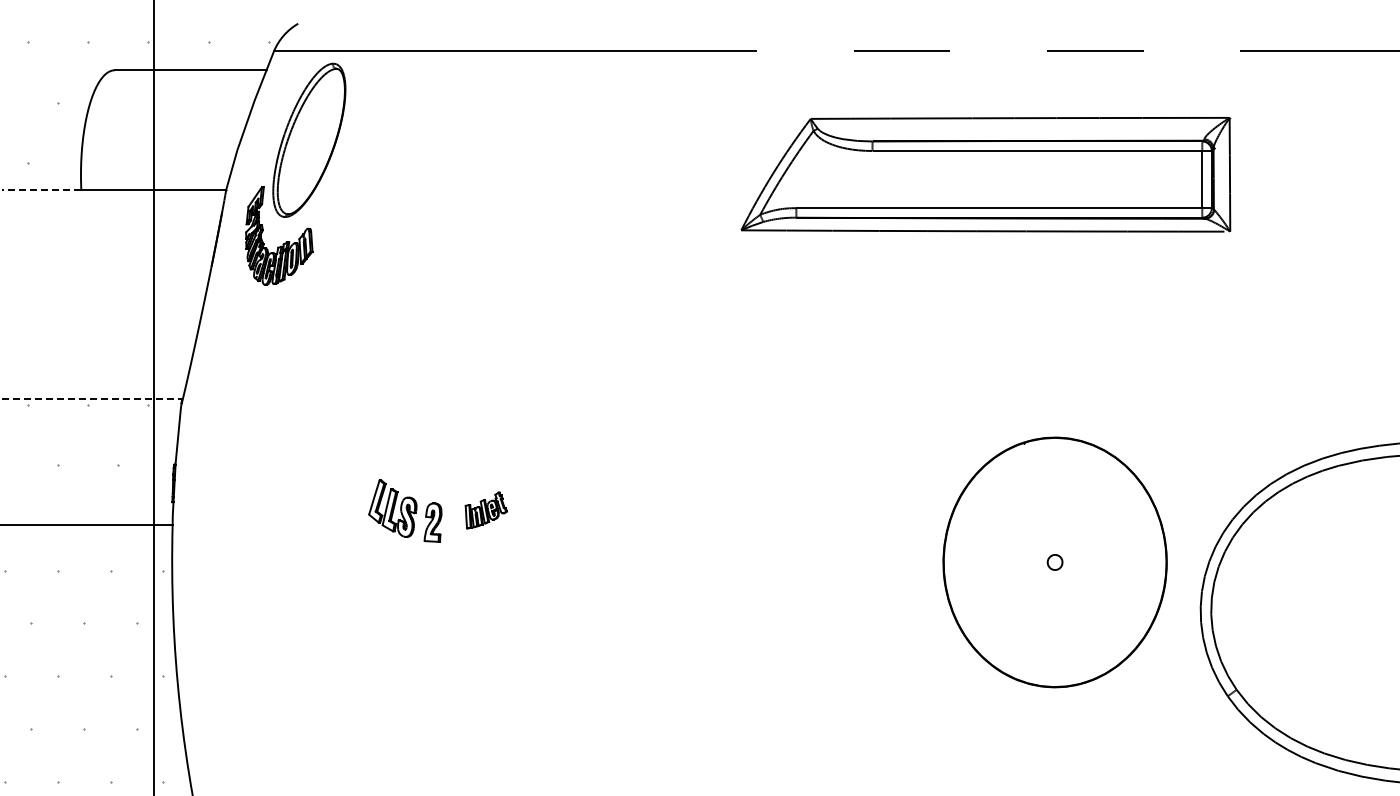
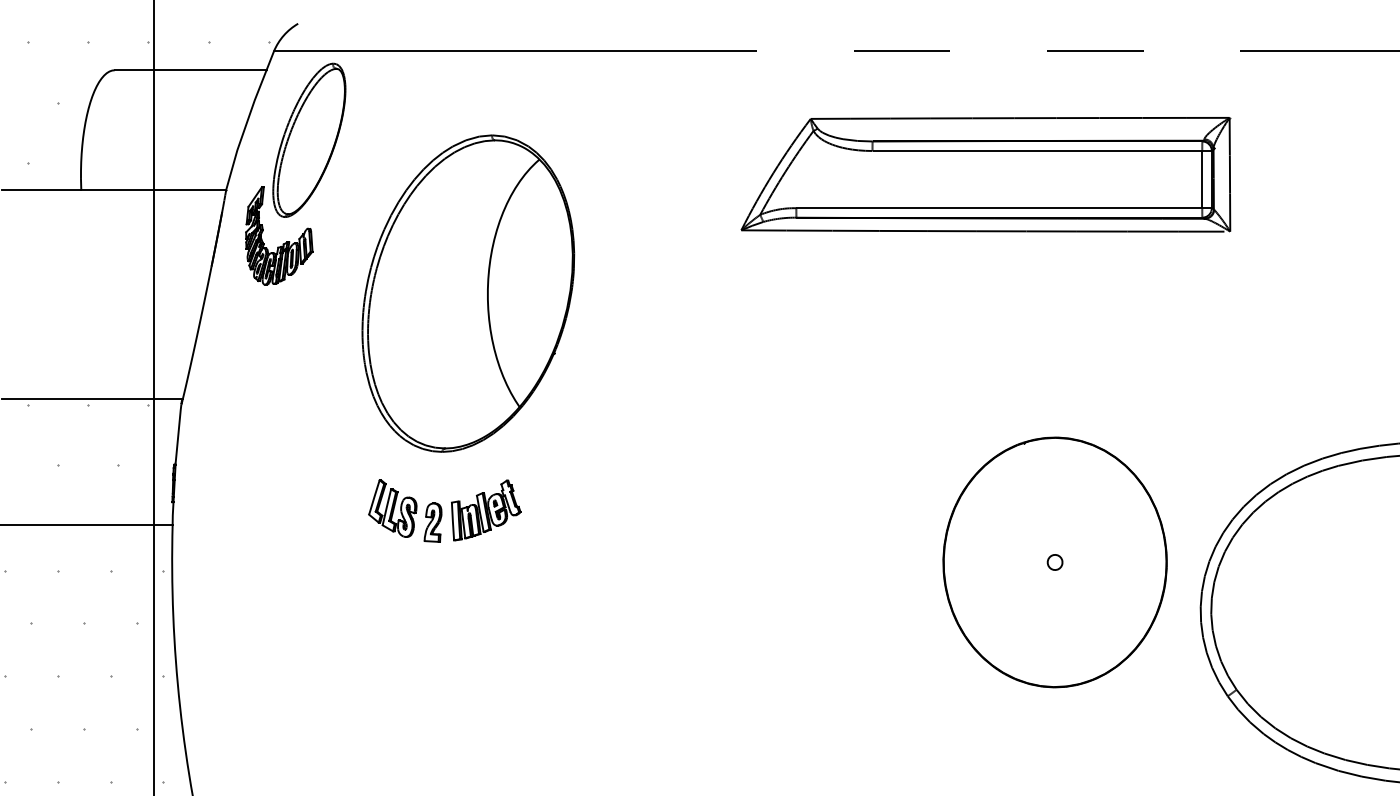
line at (41, 189): dashed -> solid
part at (468, 293): none -> present
line at (92, 399): dashed -> solid
part at (485, 510) size: 44x39 px -> 71x63 px
